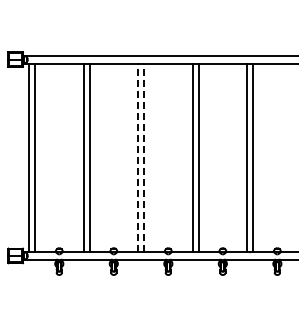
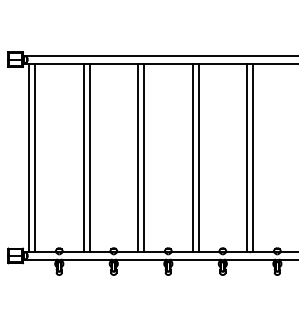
line at (138, 157): dashed -> solid
line at (144, 157): dashed -> solid
